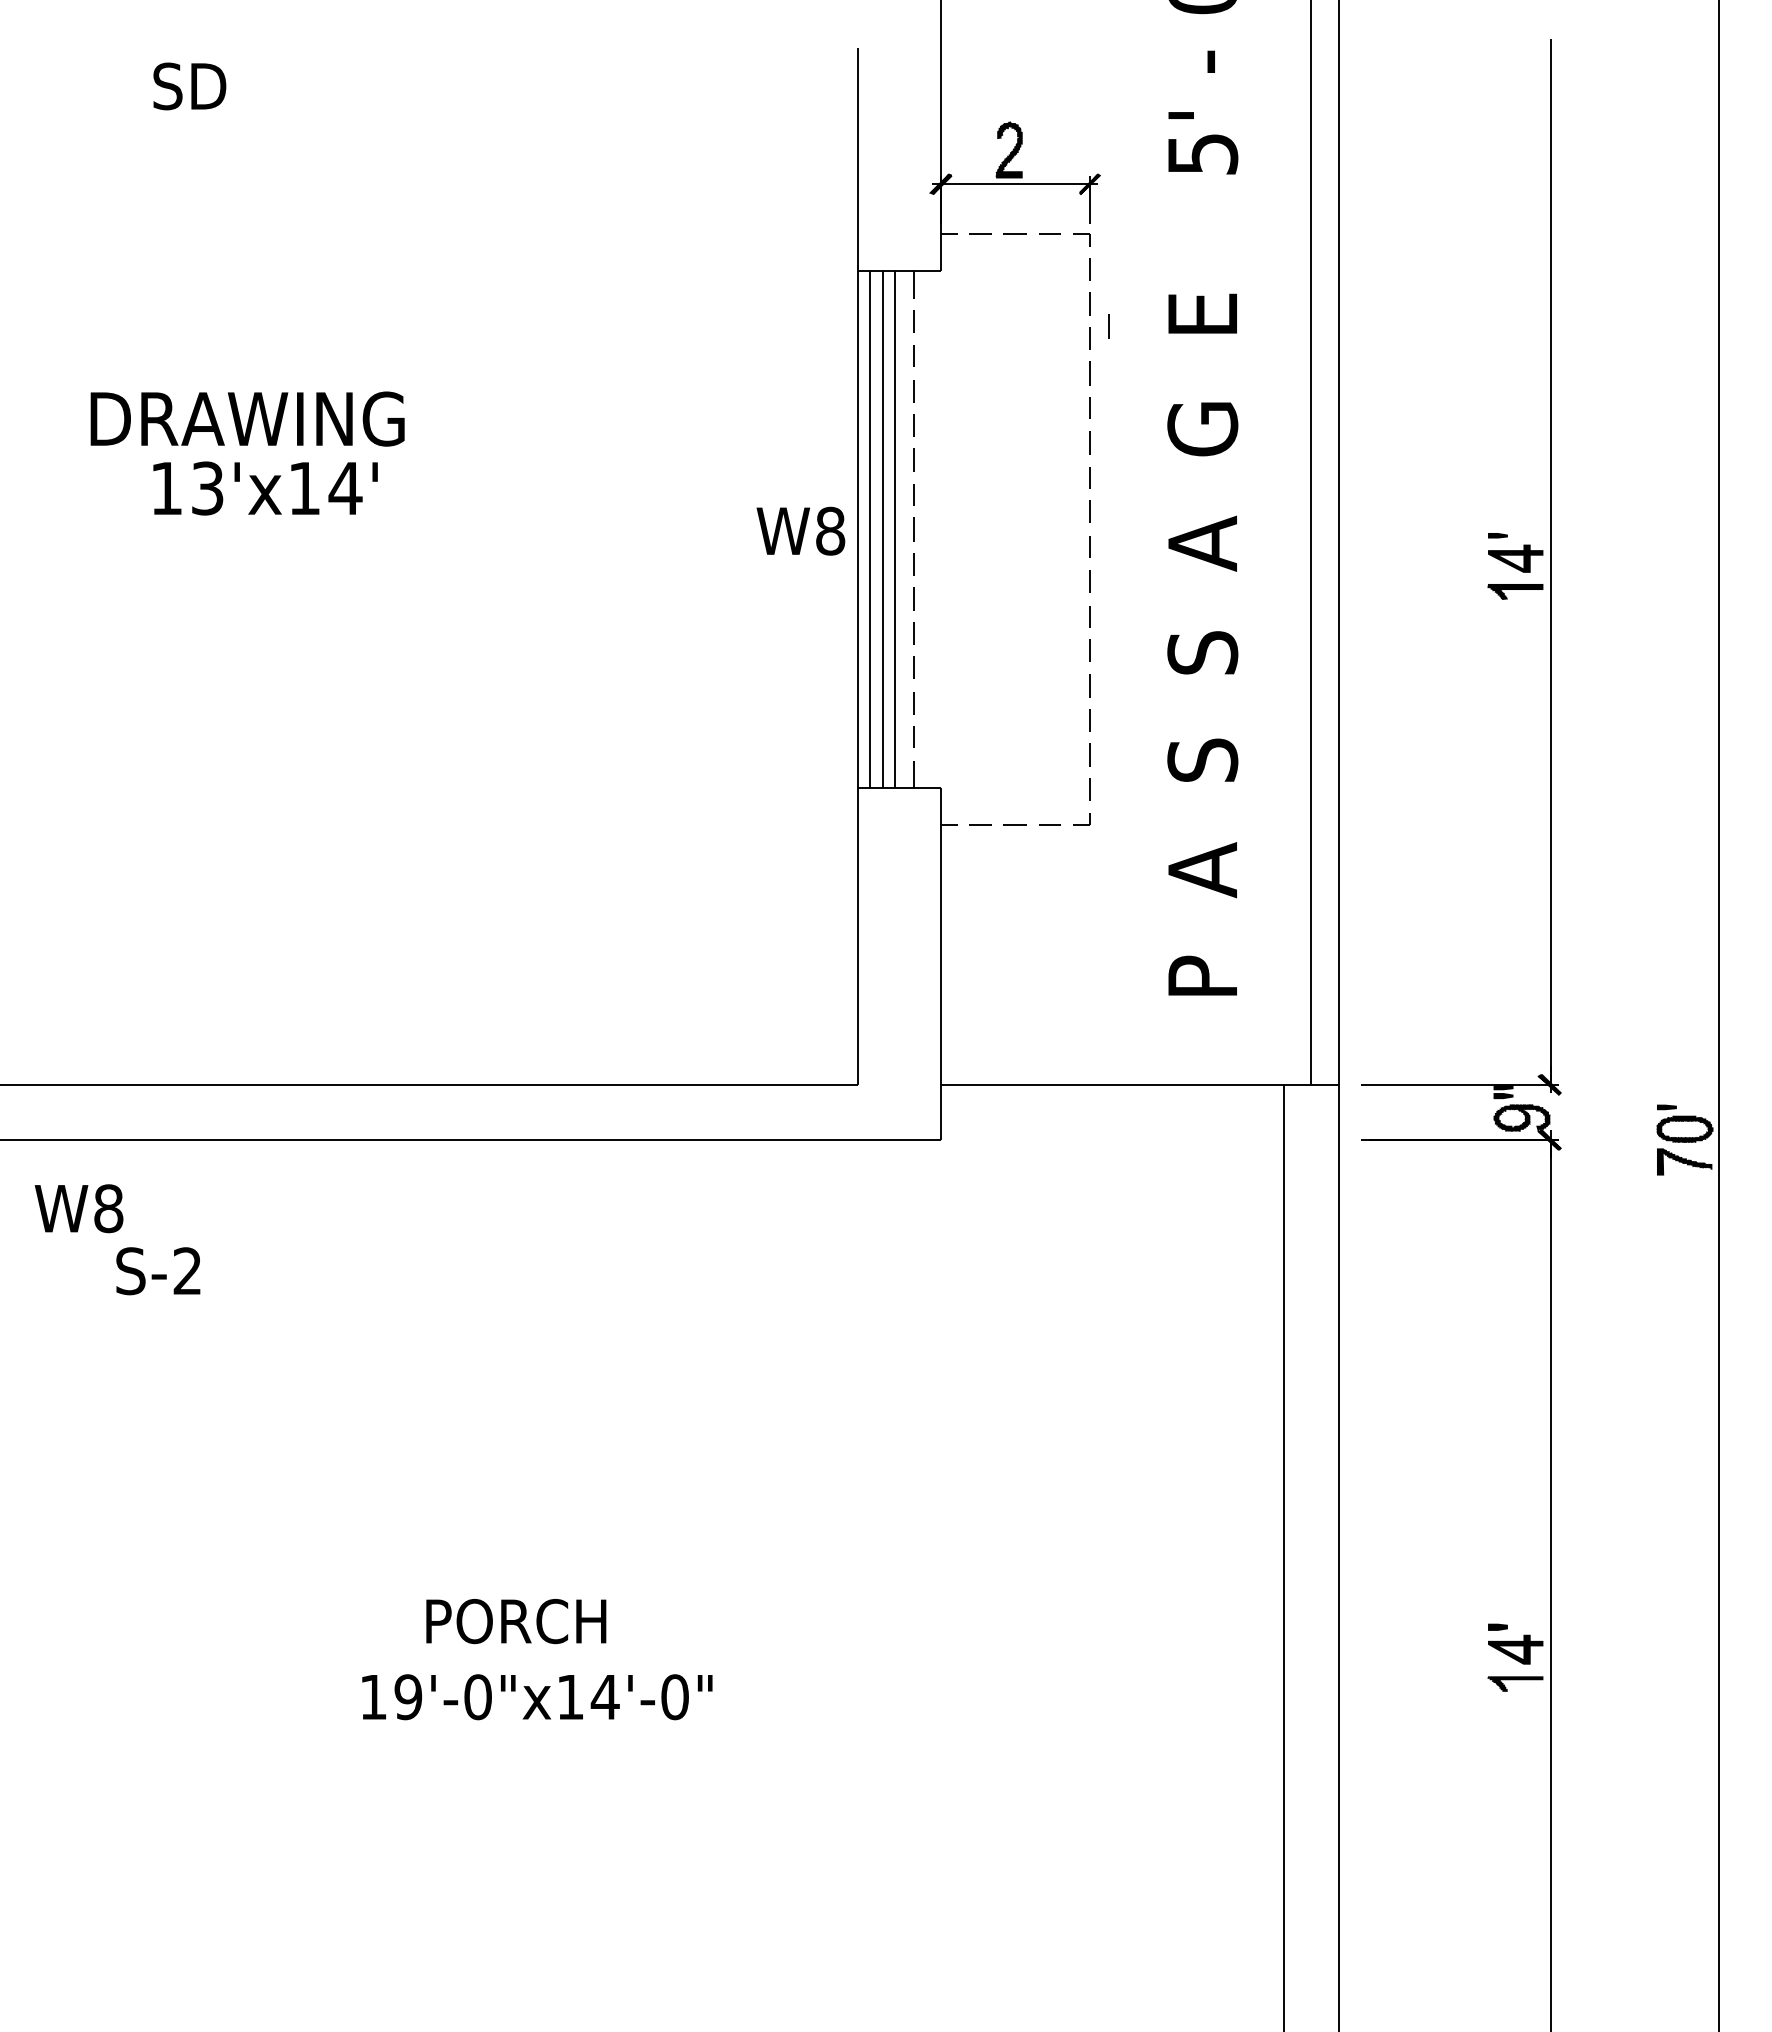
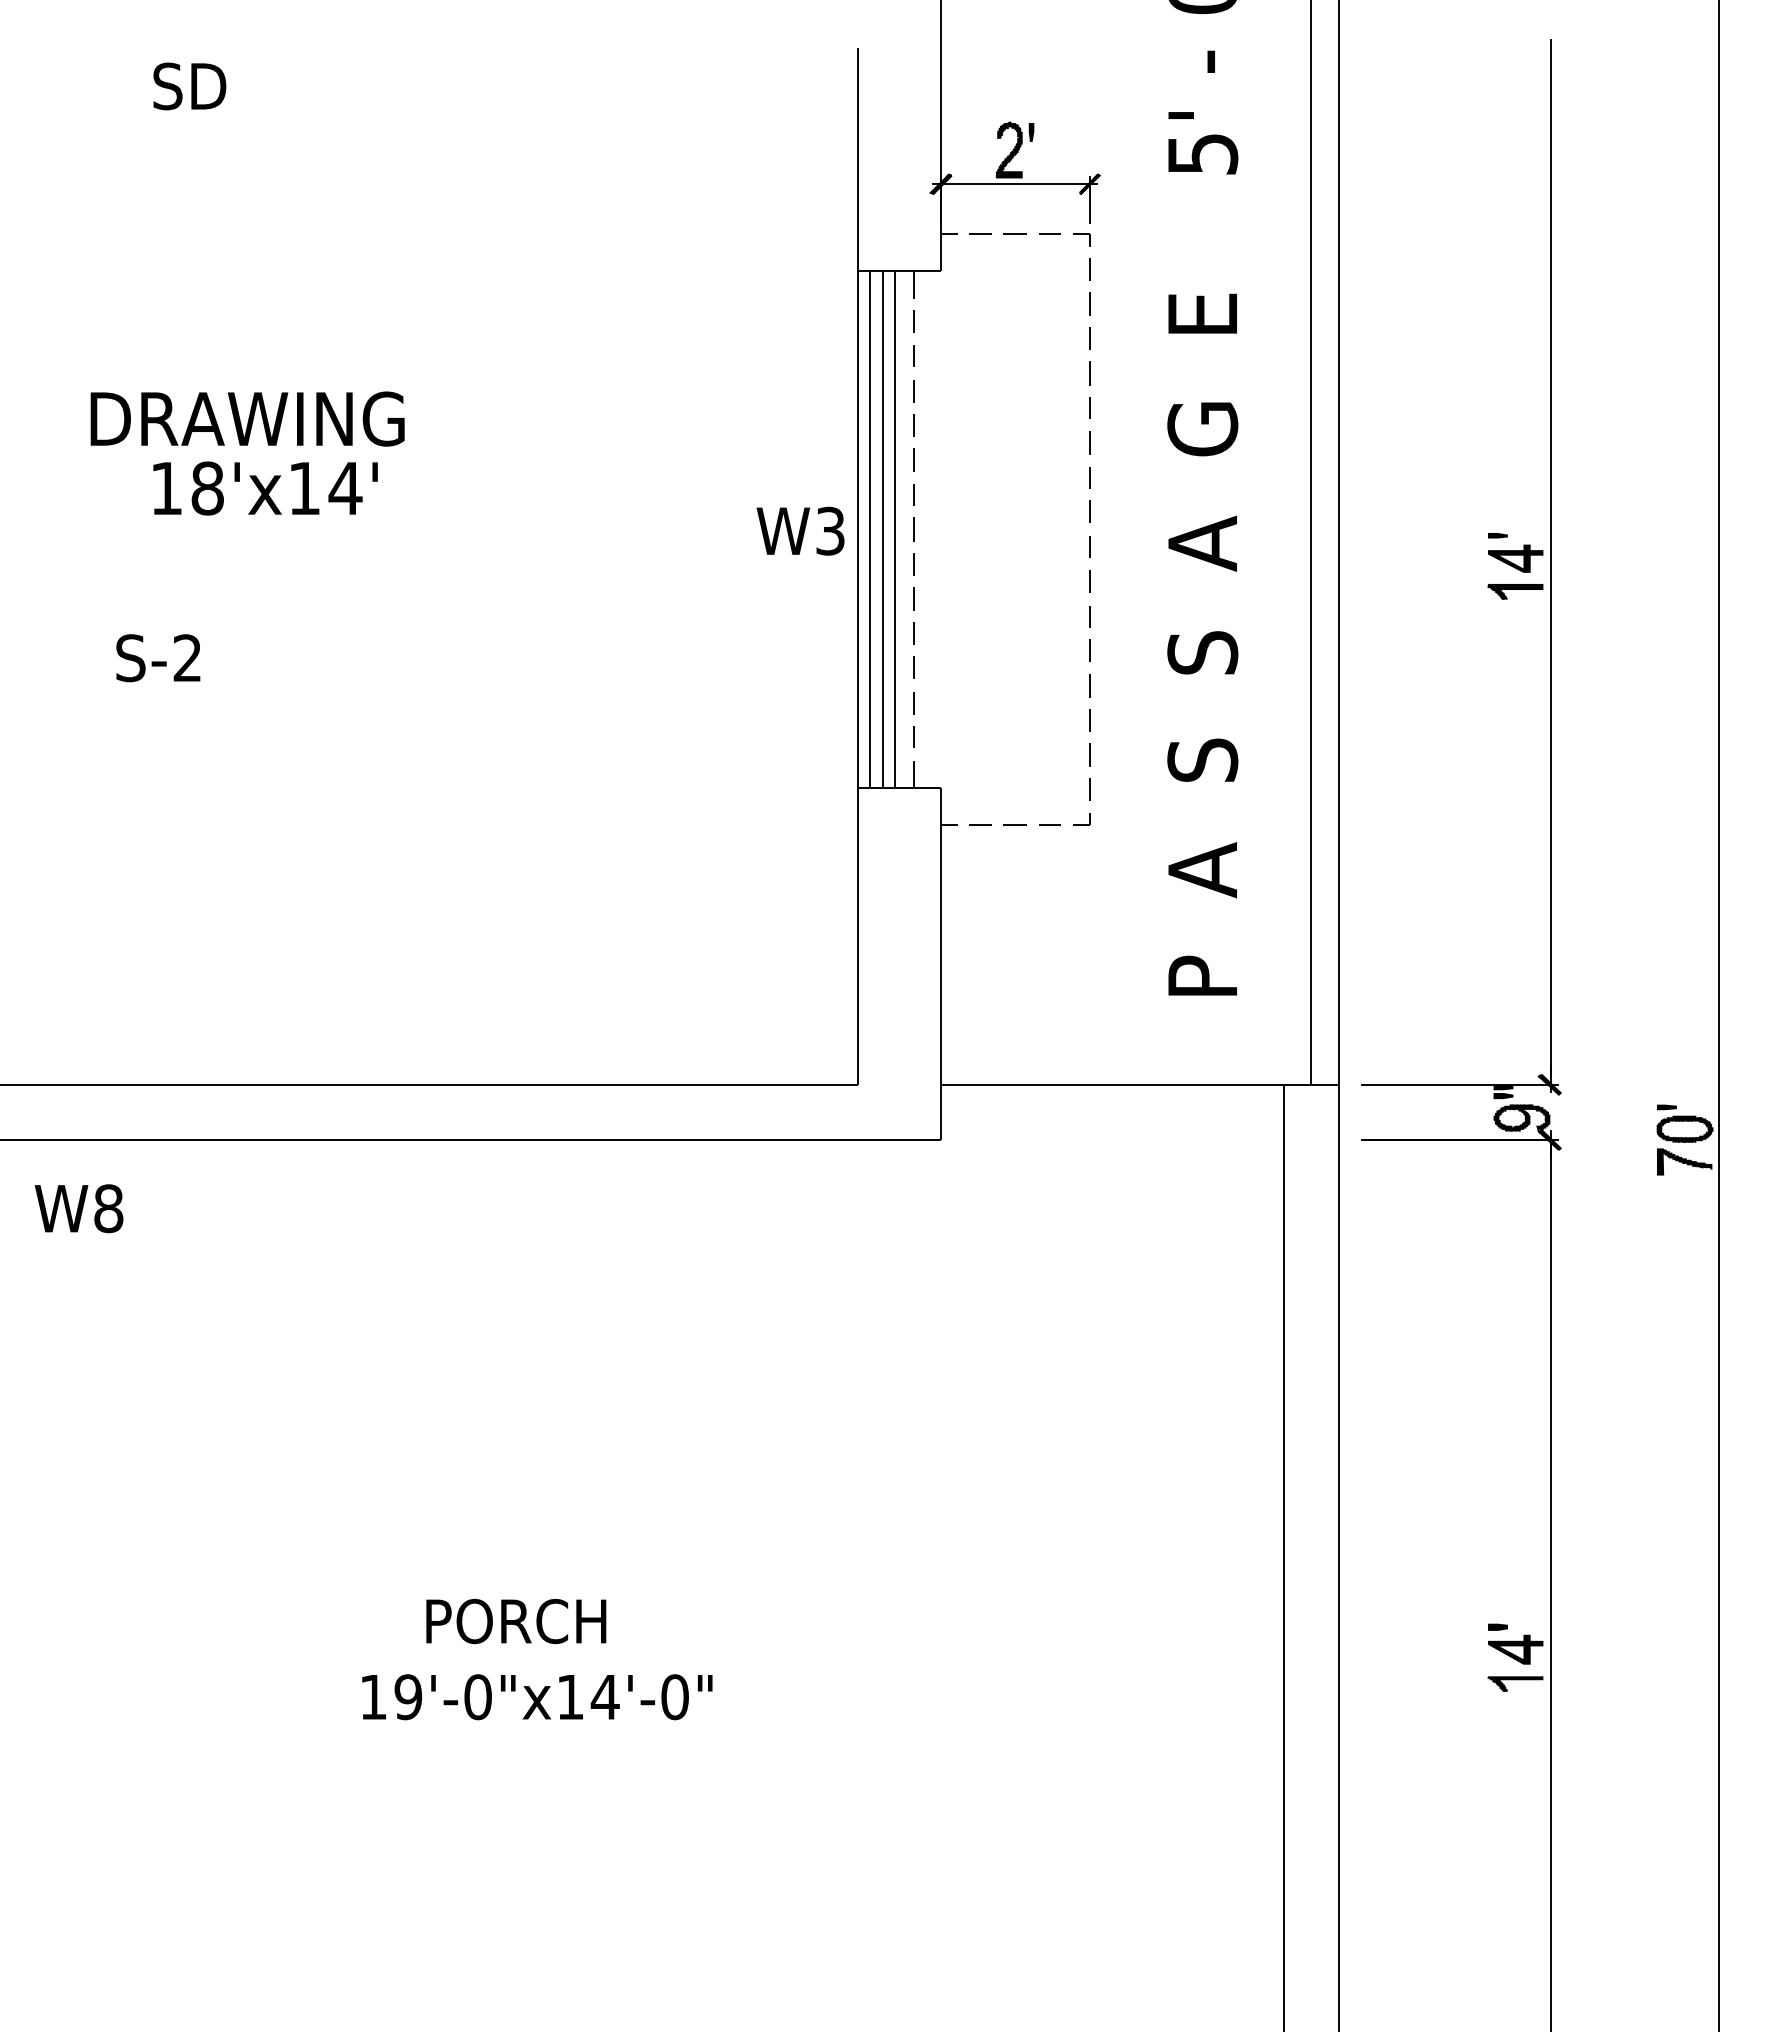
fill at (1031, 132): none -> present
line at (1108, 326): present -> none
text at (207, 488): 13'x14' -> 18'x14'
text at (830, 530): W8 -> W3
text at (158, 1271) position: (158, 1271) -> (158, 658)
